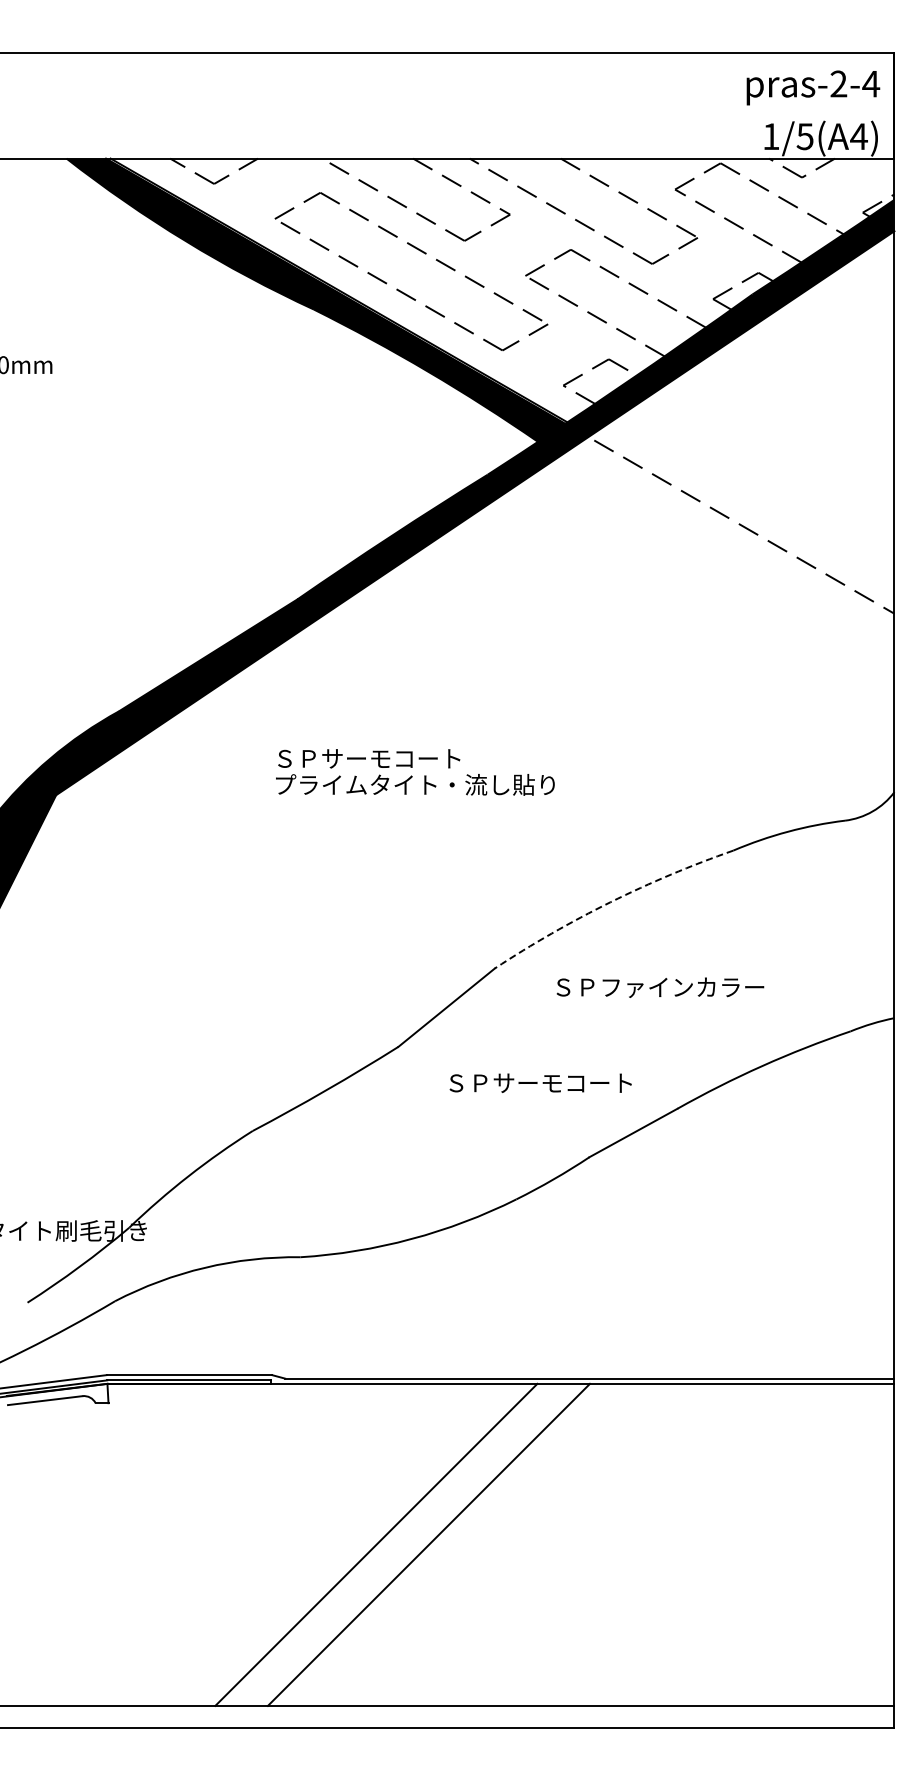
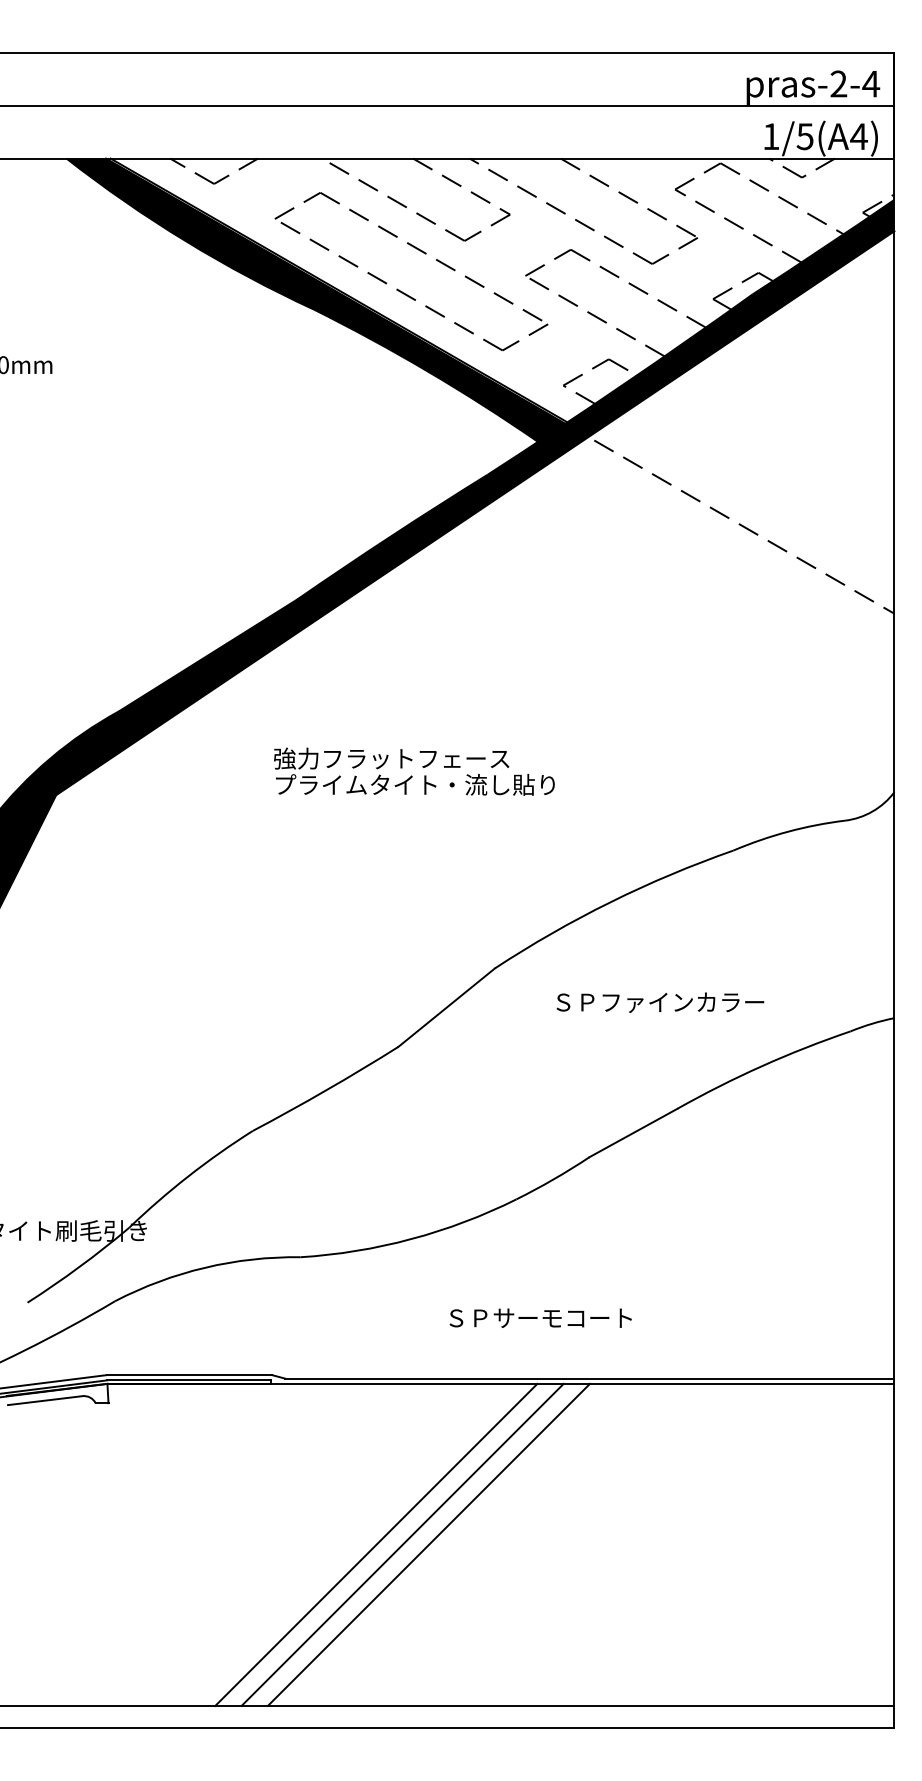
line at (448, 106): none -> present
text at (391, 758): ＳＰサーモコート -> 強力フラットフェース
arc at (610, 902): dashed -> solid
text at (660, 987) position: (660, 987) -> (660, 1002)
text at (540, 1082) position: (540, 1082) -> (540, 1317)
line at (402, 1544): none -> present
